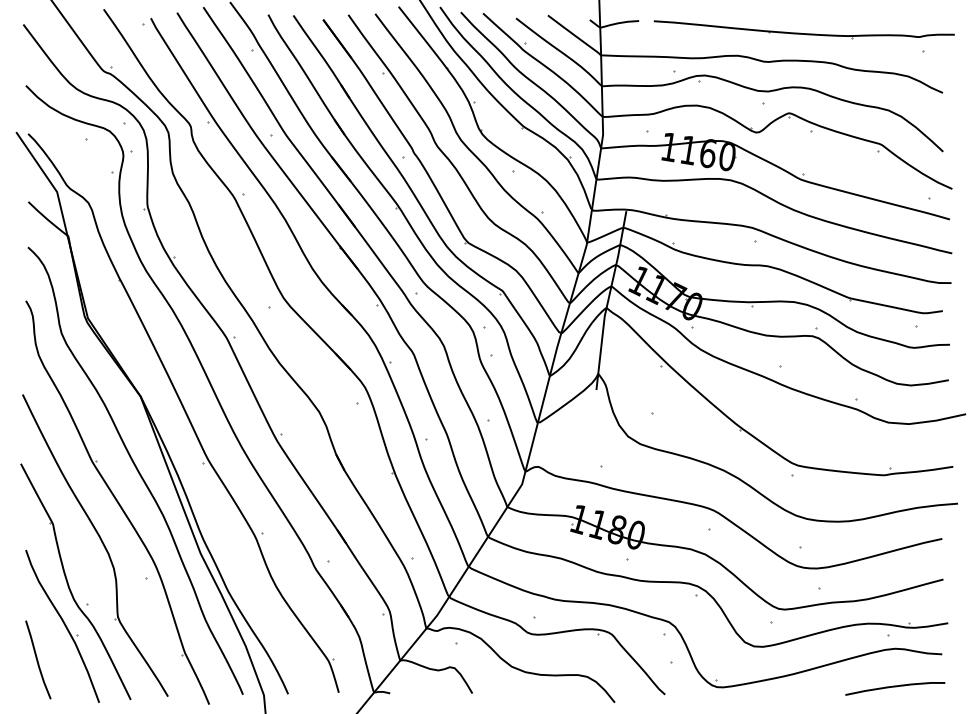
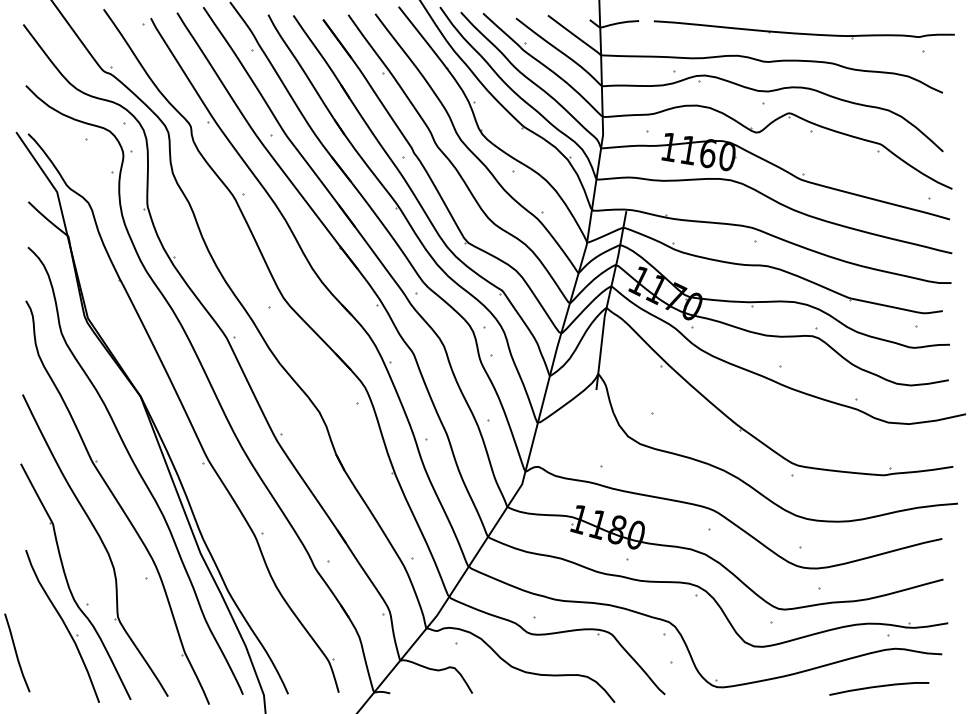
line at (37, 659) position: (37, 659) -> (16, 652)
curve at (895, 687) position: (895, 687) -> (879, 687)
